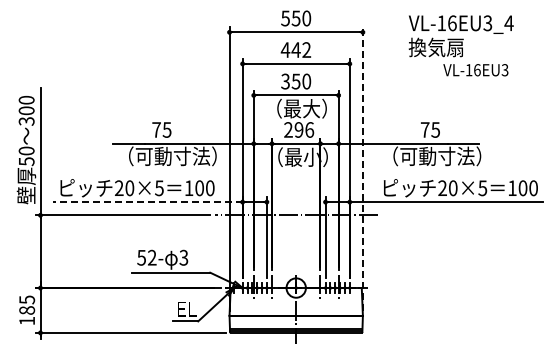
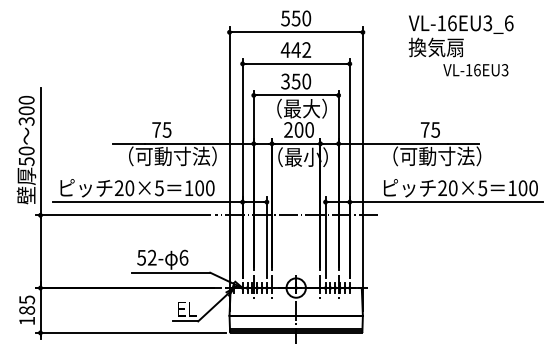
text at (508, 23): VL-16EU3_4 -> VL-16EU3_6
text at (304, 129): 296 -> 200
line at (362, 169): dashed -> solid
line at (147, 202): dashed -> solid
text at (183, 257): 3 -> 6
